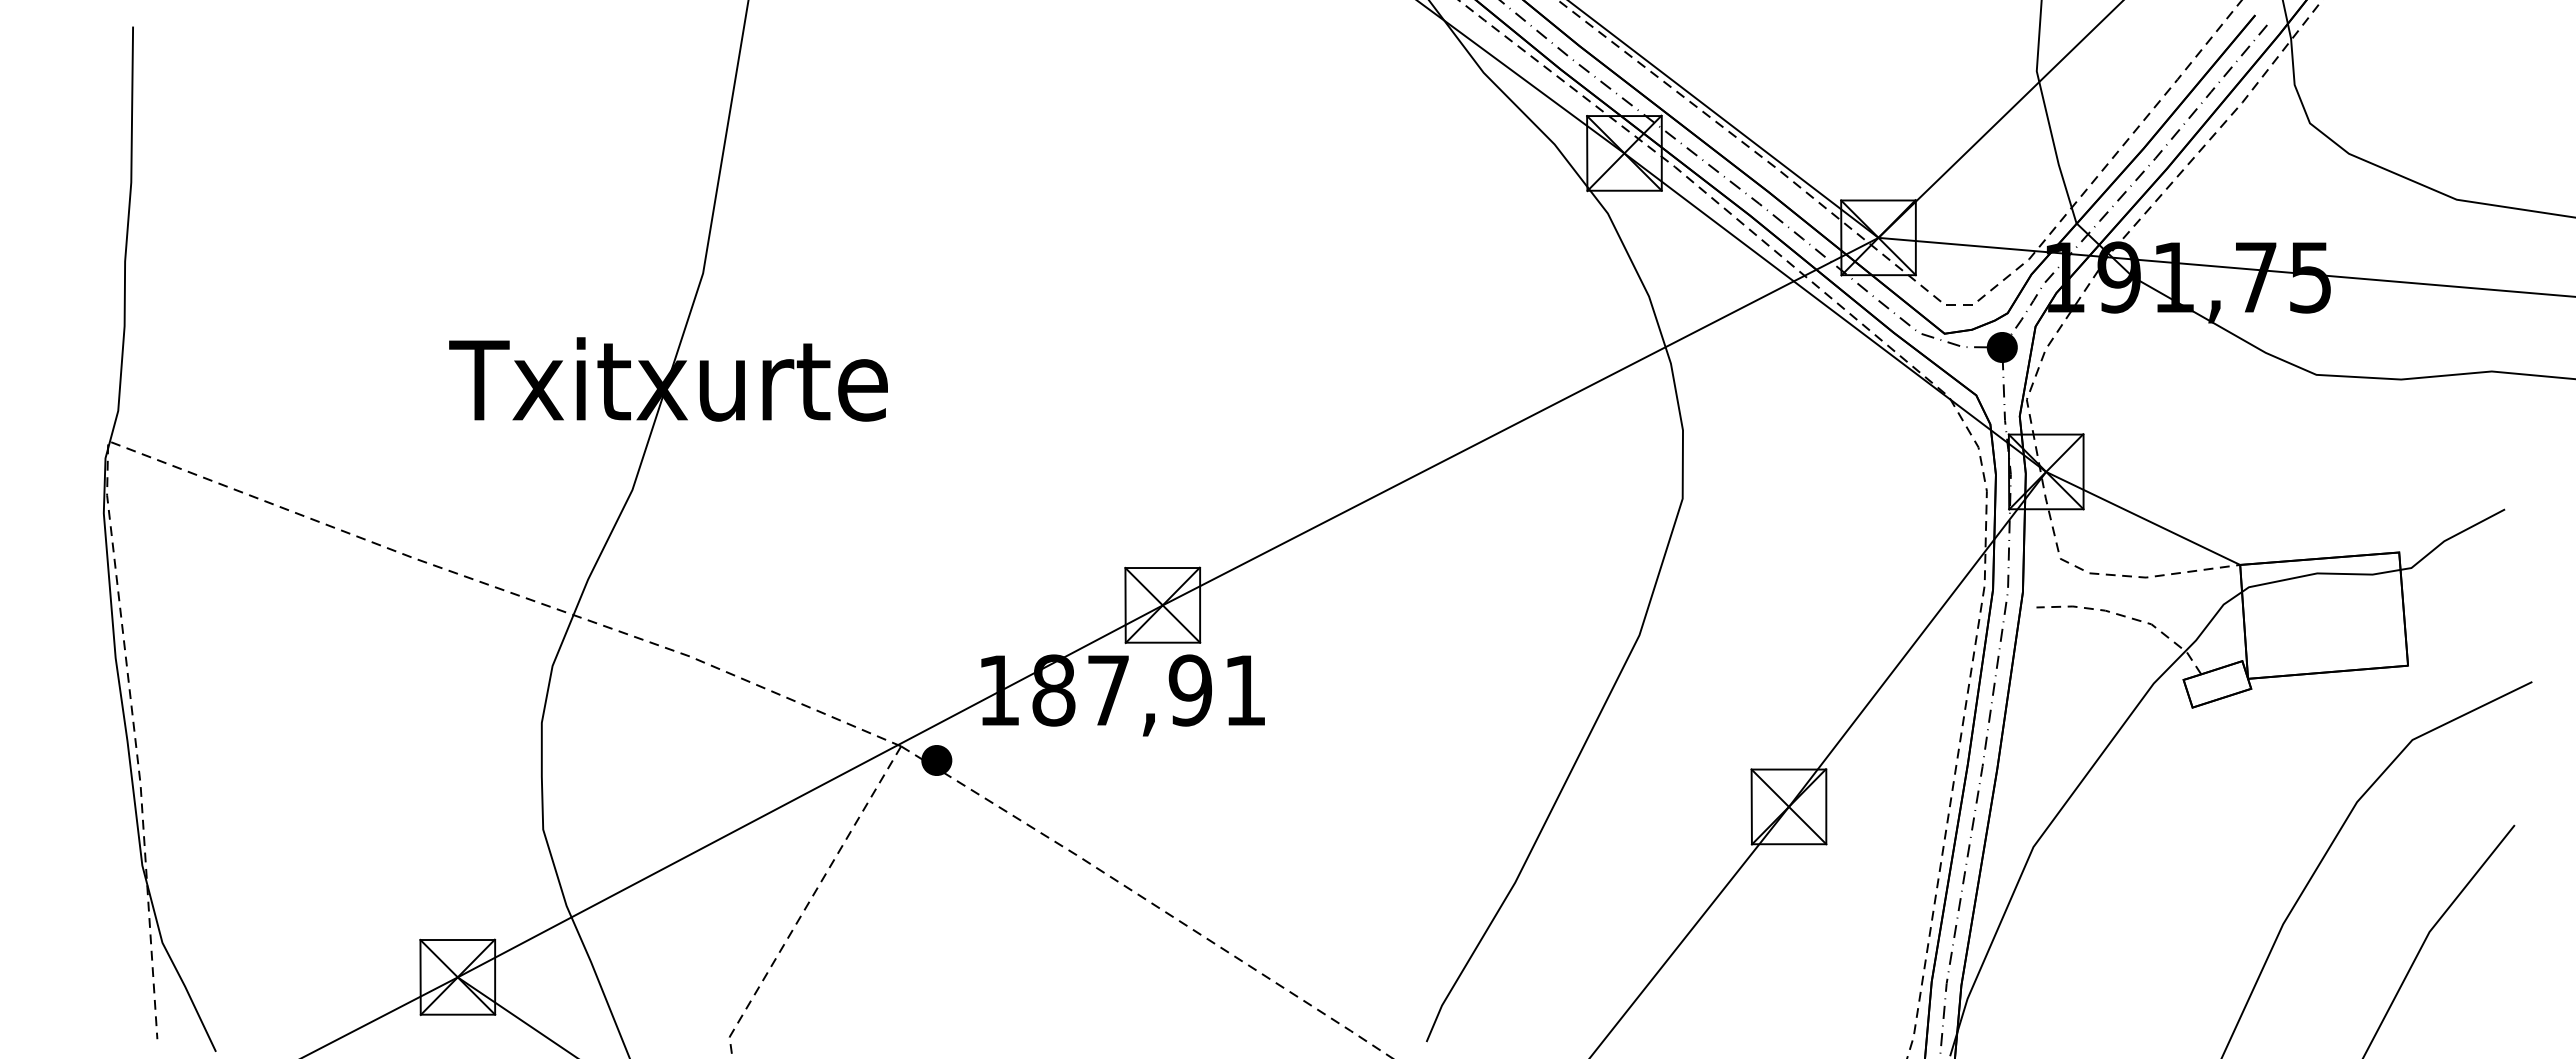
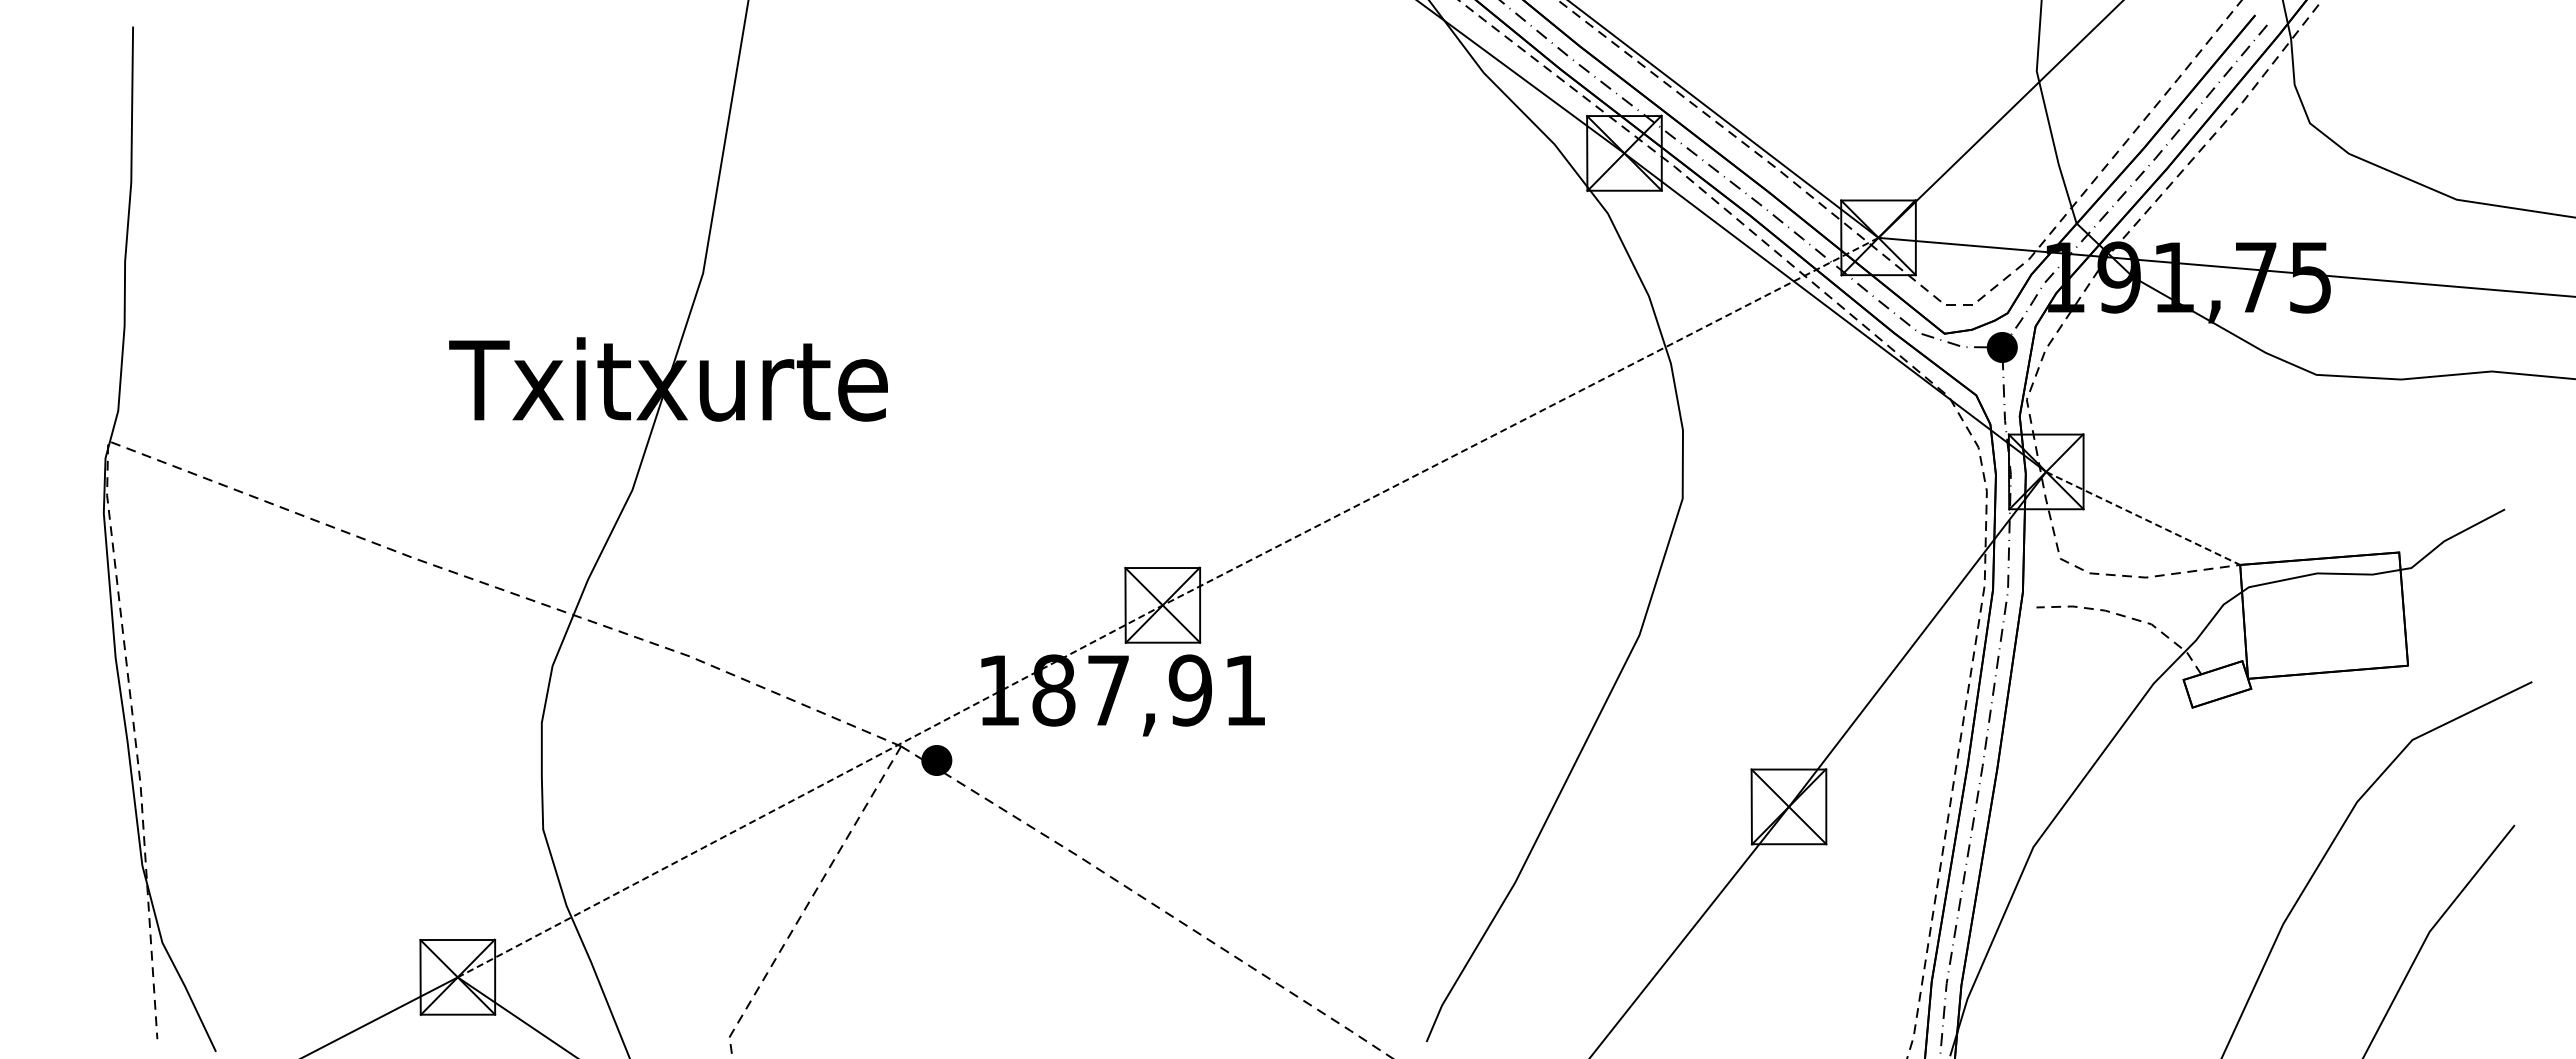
line at (2143, 518): solid -> dashed
line at (1165, 604): solid -> dashed
